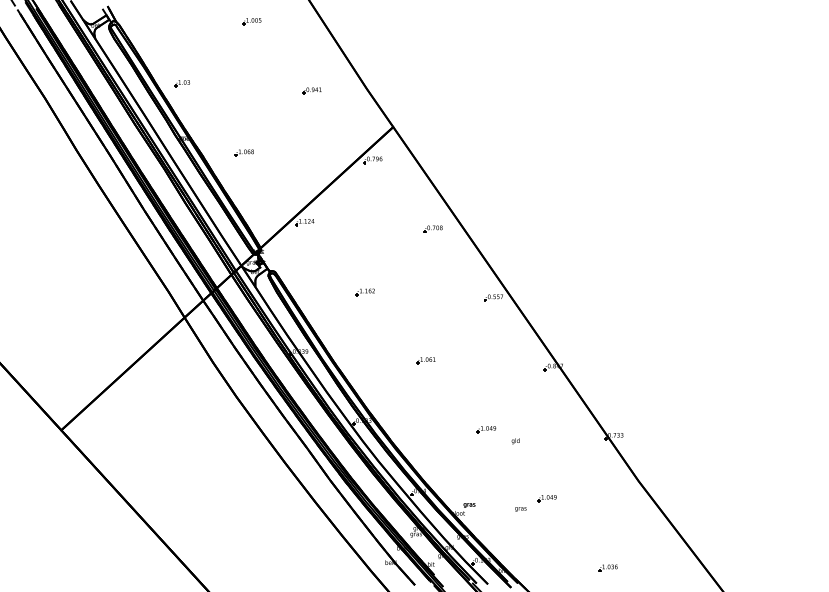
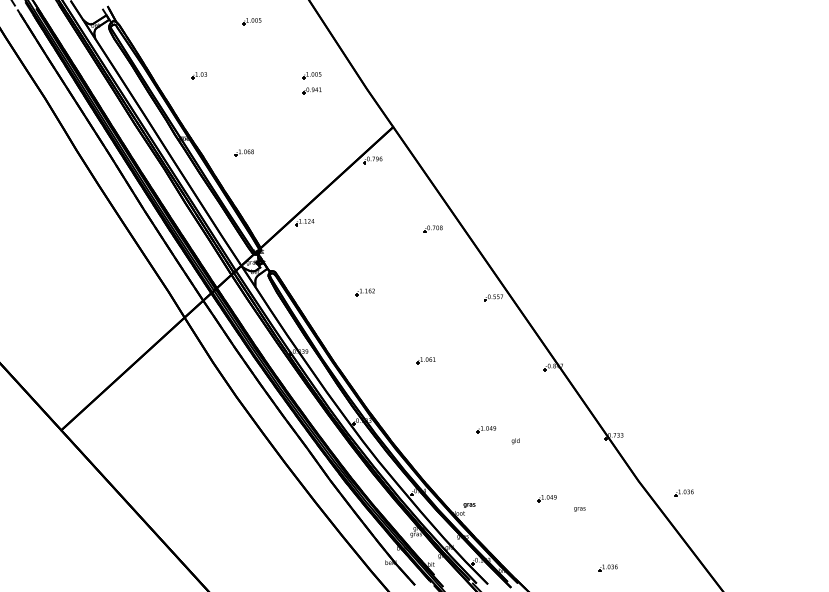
part at (311, 75): none -> present
part at (181, 83) position: (181, 83) -> (198, 75)
part at (683, 492): none -> present
text at (520, 509) position: (520, 509) -> (579, 509)
